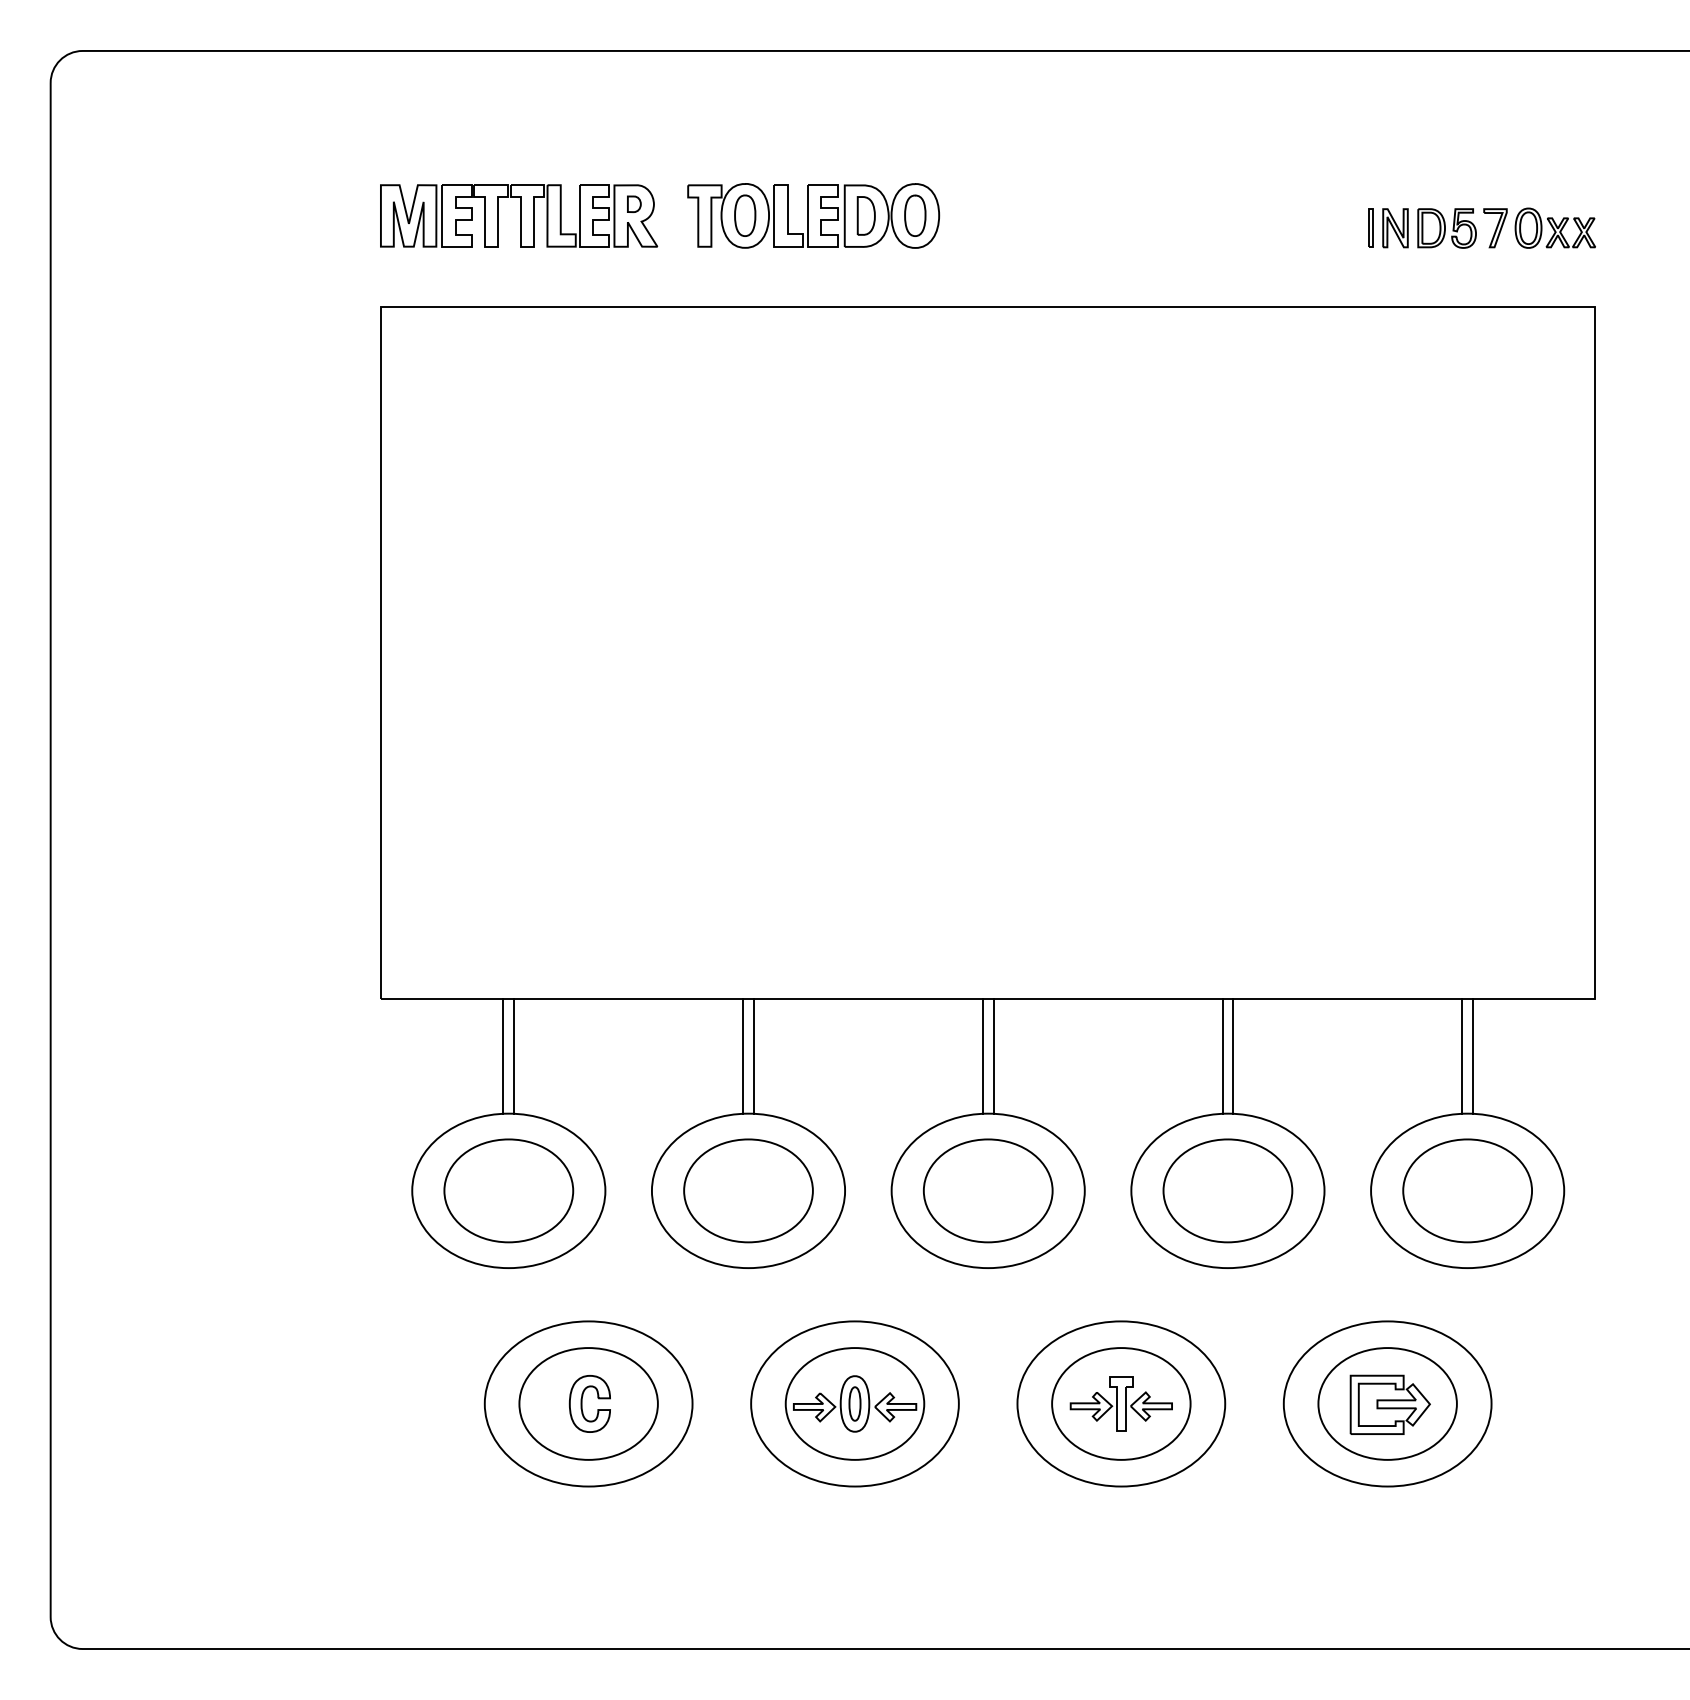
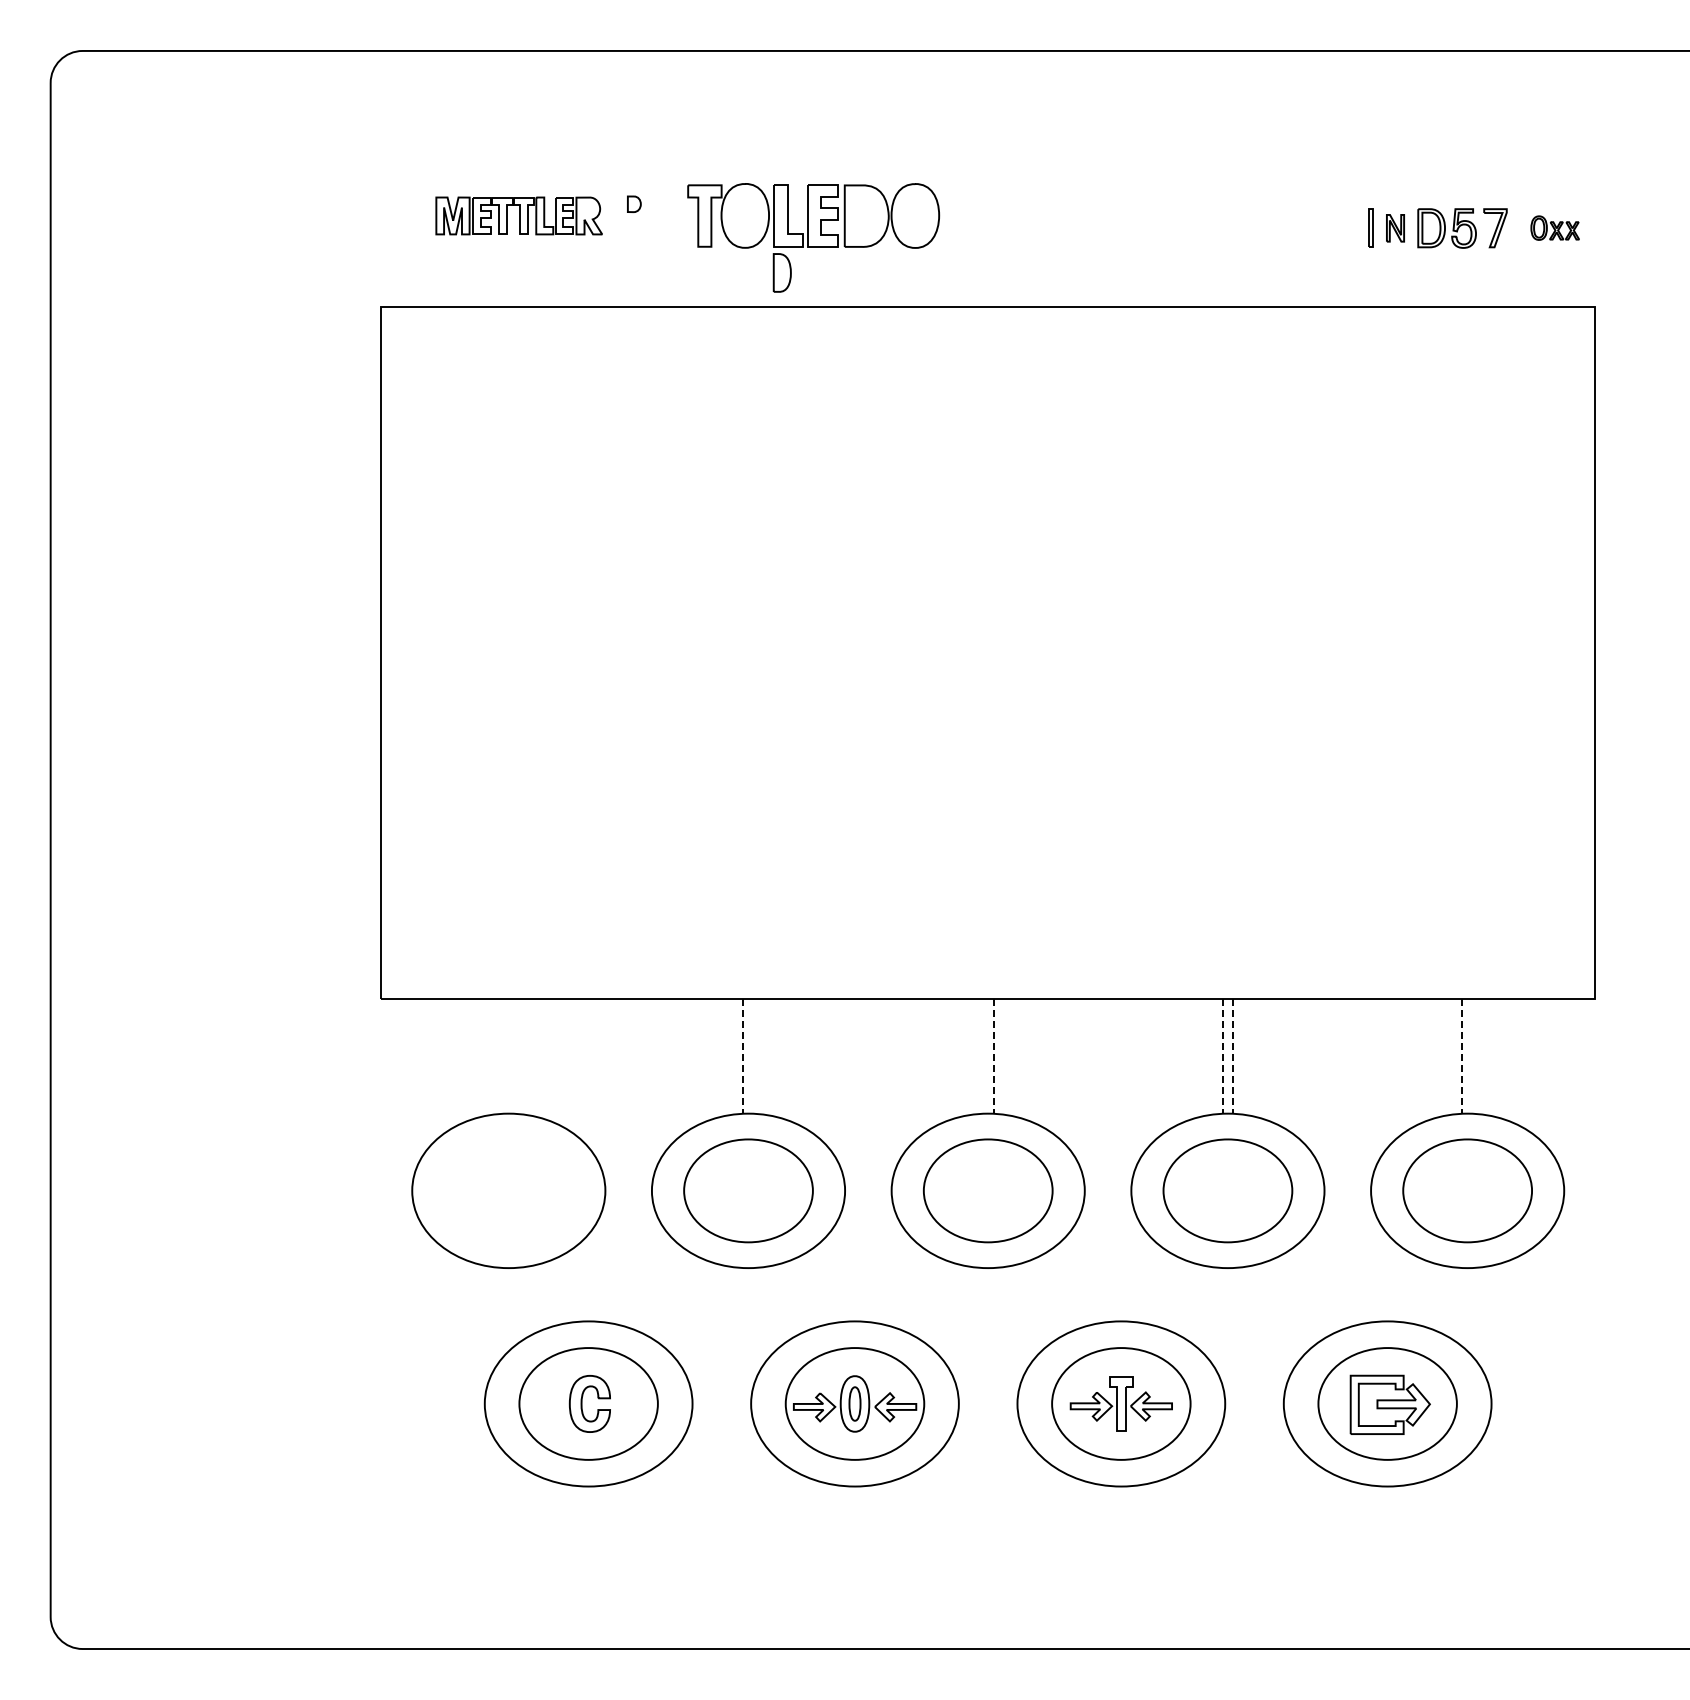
part at (519, 215) size: 279x64 px -> 168x40 px
part at (745, 215): present -> none
part at (865, 215) position: (865, 215) -> (781, 272)
part at (915, 215): present -> none
part at (1554, 227) size: 82x42 px -> 50x26 px
part at (1395, 228) size: 27x41 px -> 19x29 px
line at (503, 1056): present -> none
line at (514, 1056): present -> none
line at (743, 1056): solid -> dashed
line at (753, 1056): present -> none
line at (982, 1056): present -> none
line at (993, 1056): solid -> dashed
line at (1222, 1056): solid -> dashed
line at (1233, 1056): solid -> dashed
line at (1462, 1056): solid -> dashed
line at (1472, 1056): present -> none
part at (508, 1190): present -> none
